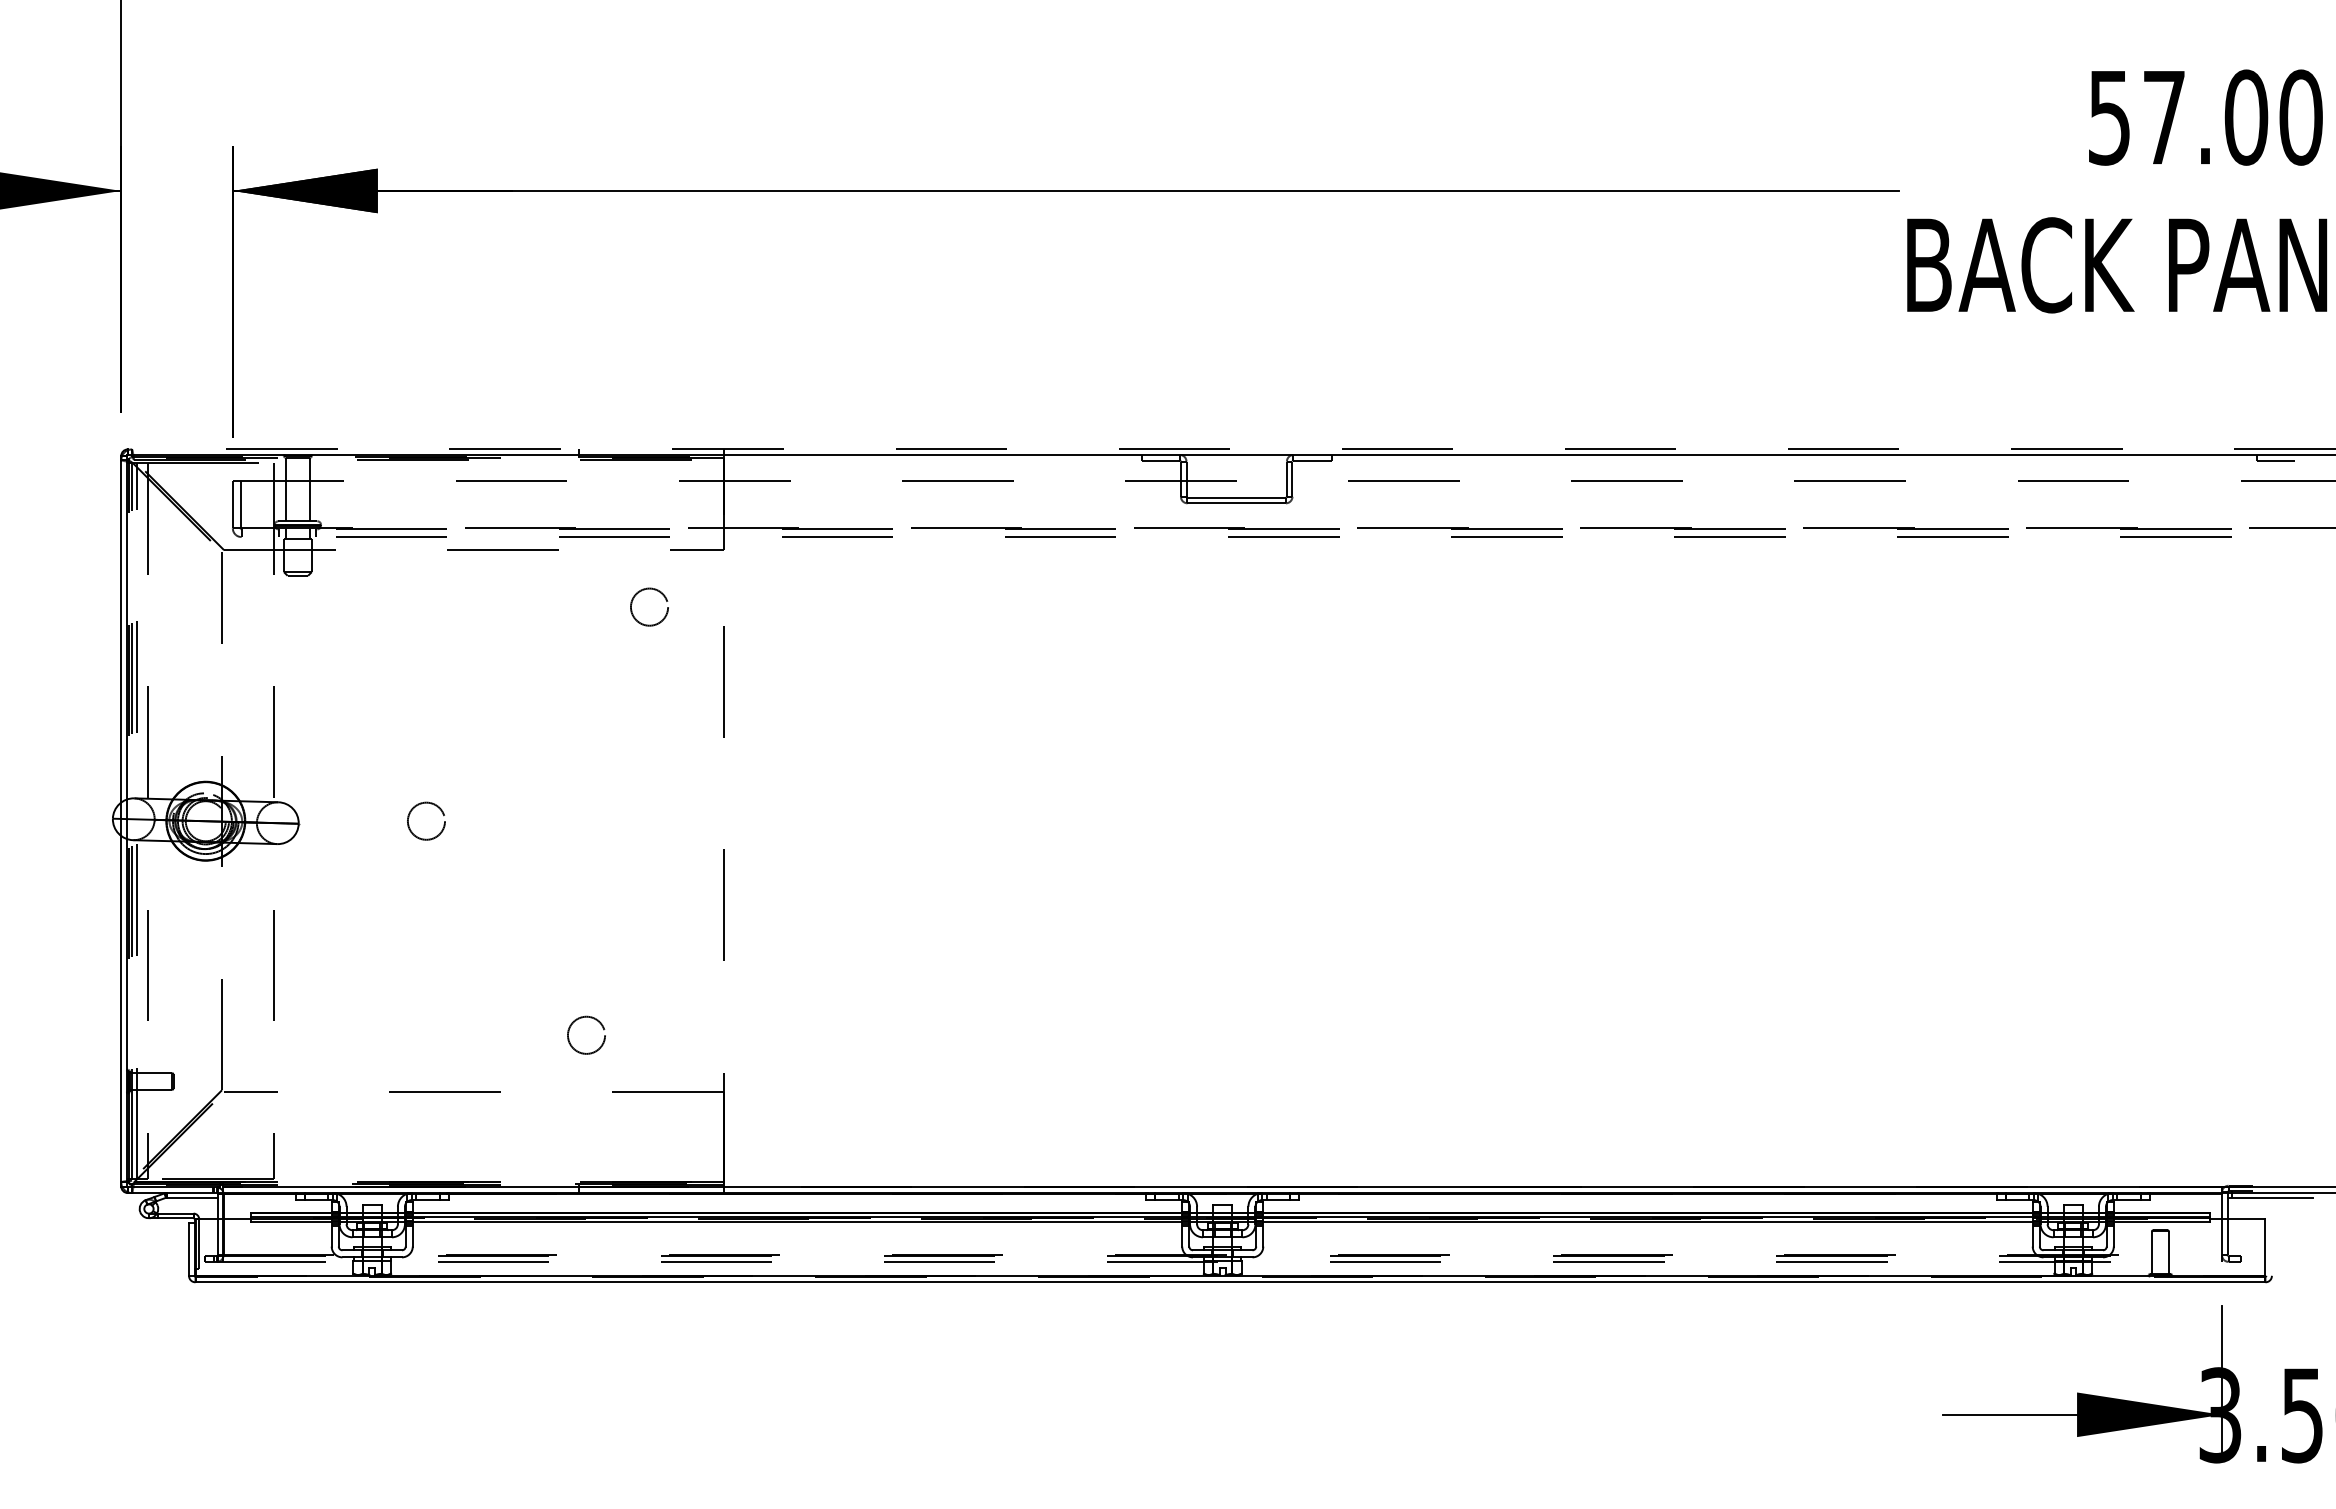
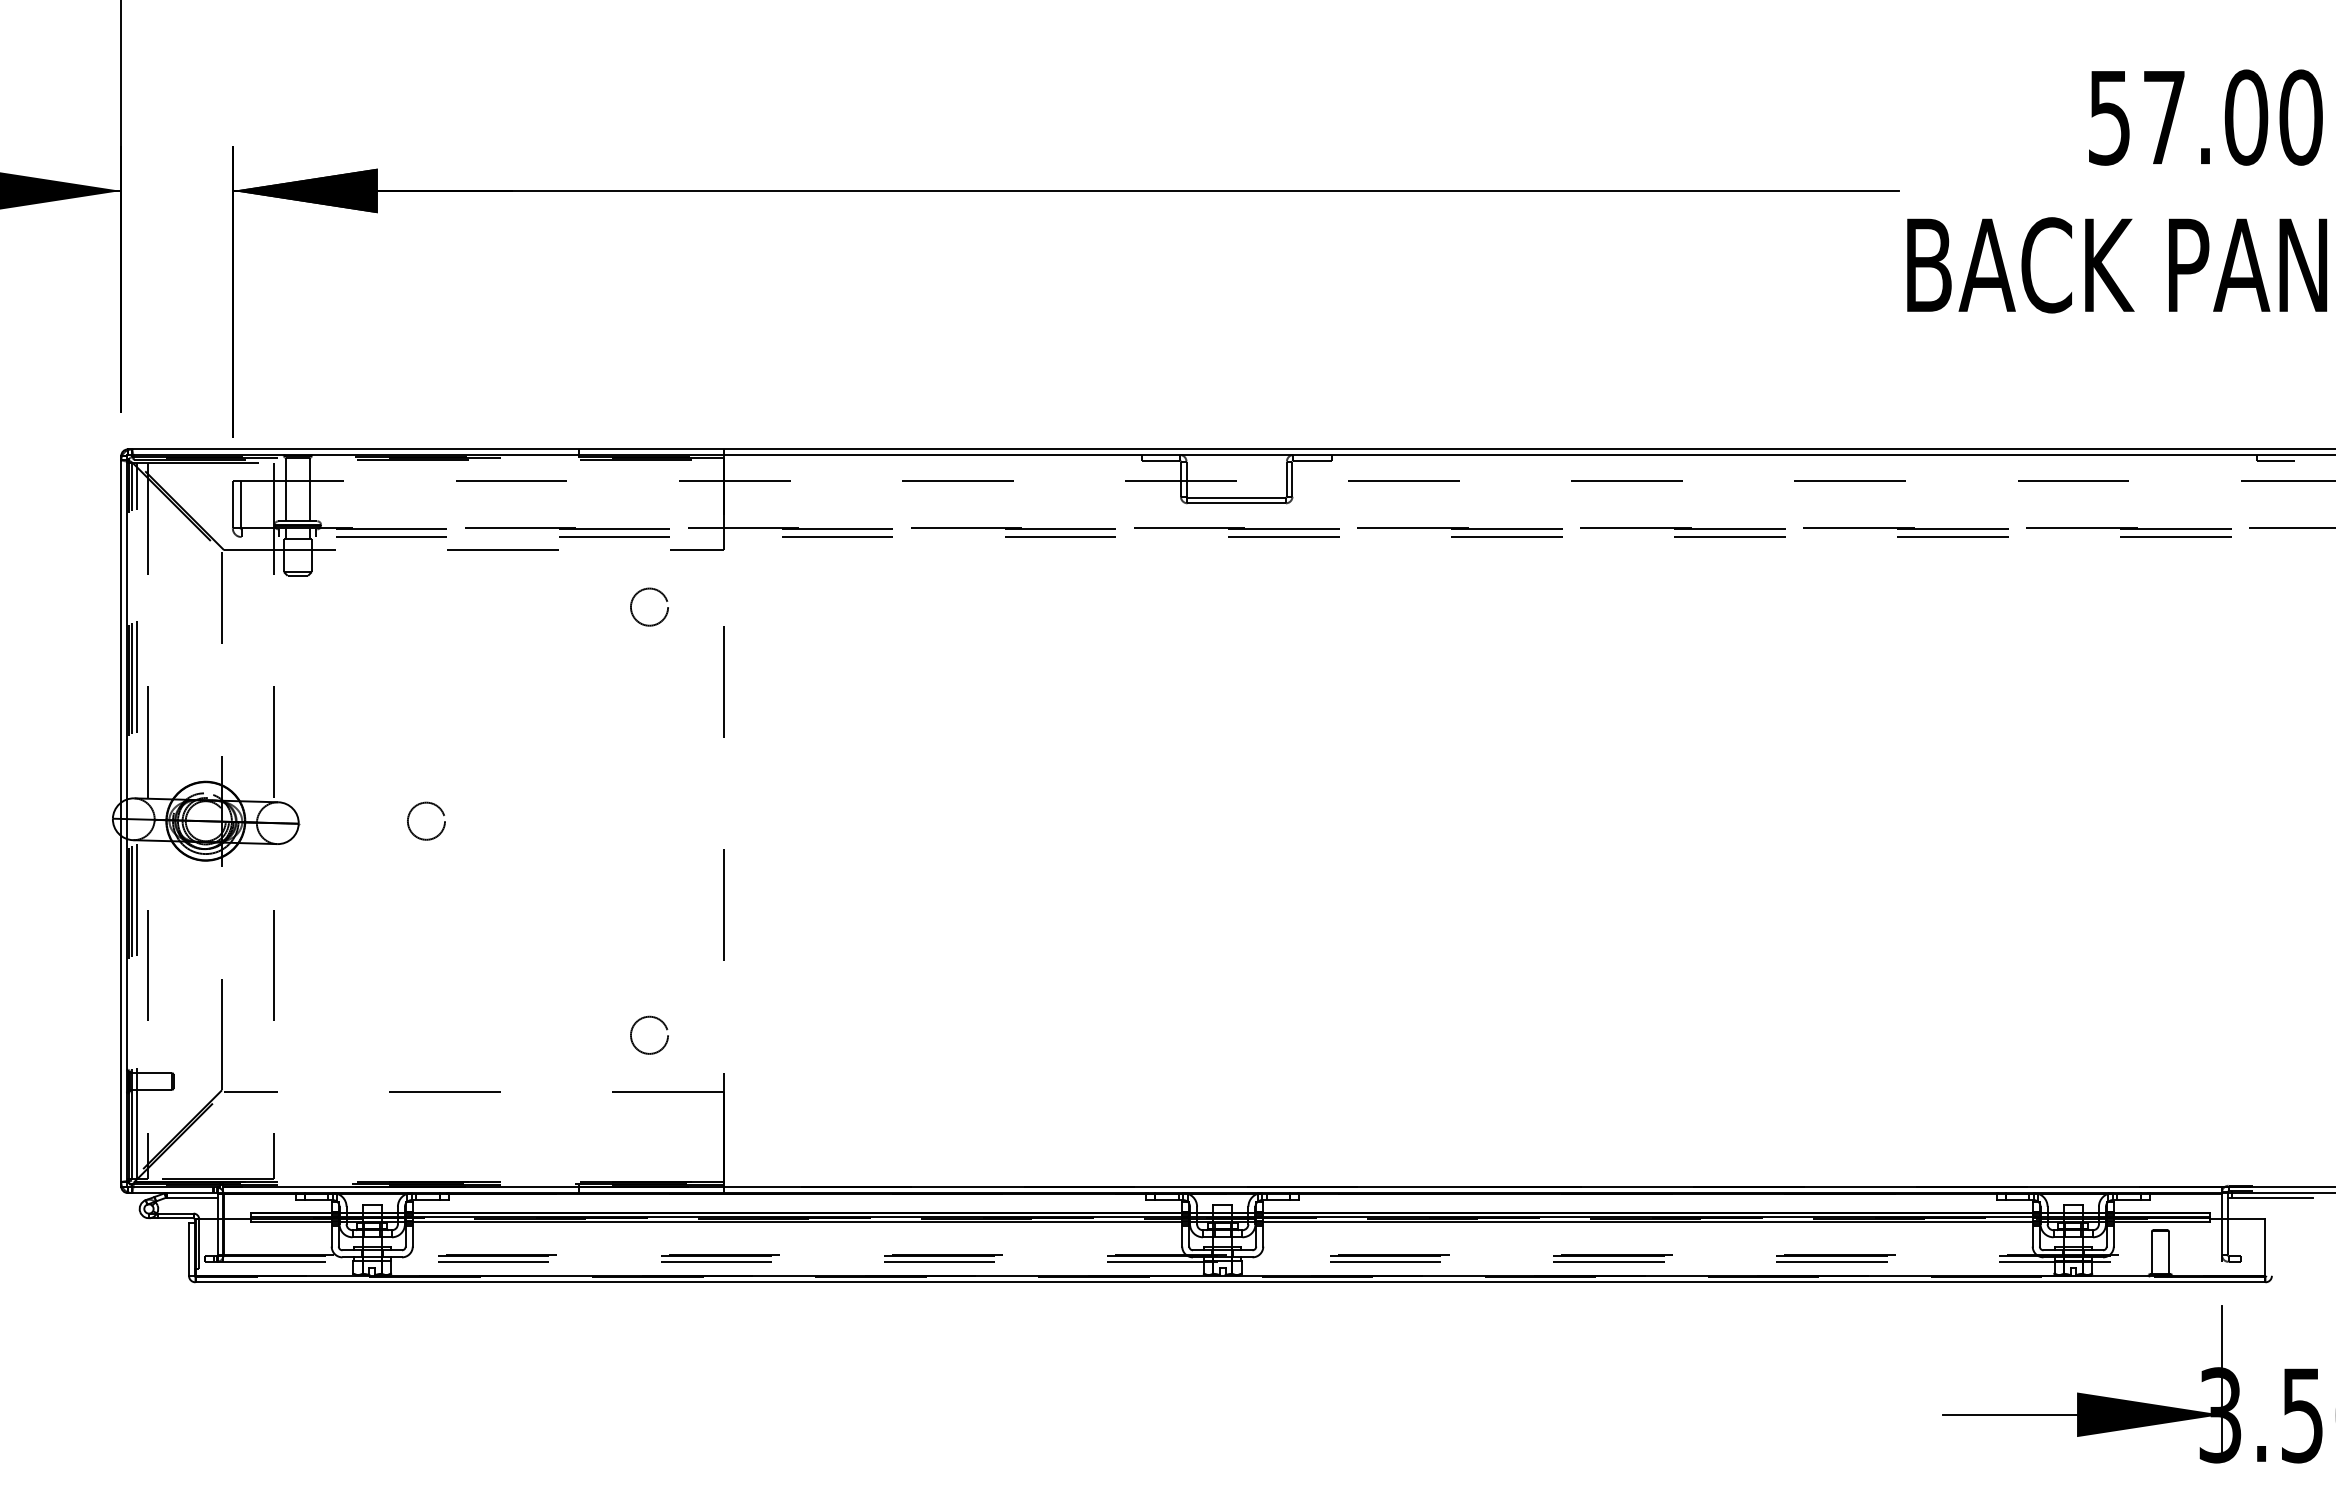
line at (1231, 449): dashed -> solid
circle at (586, 1034) position: (586, 1034) -> (649, 1034)
